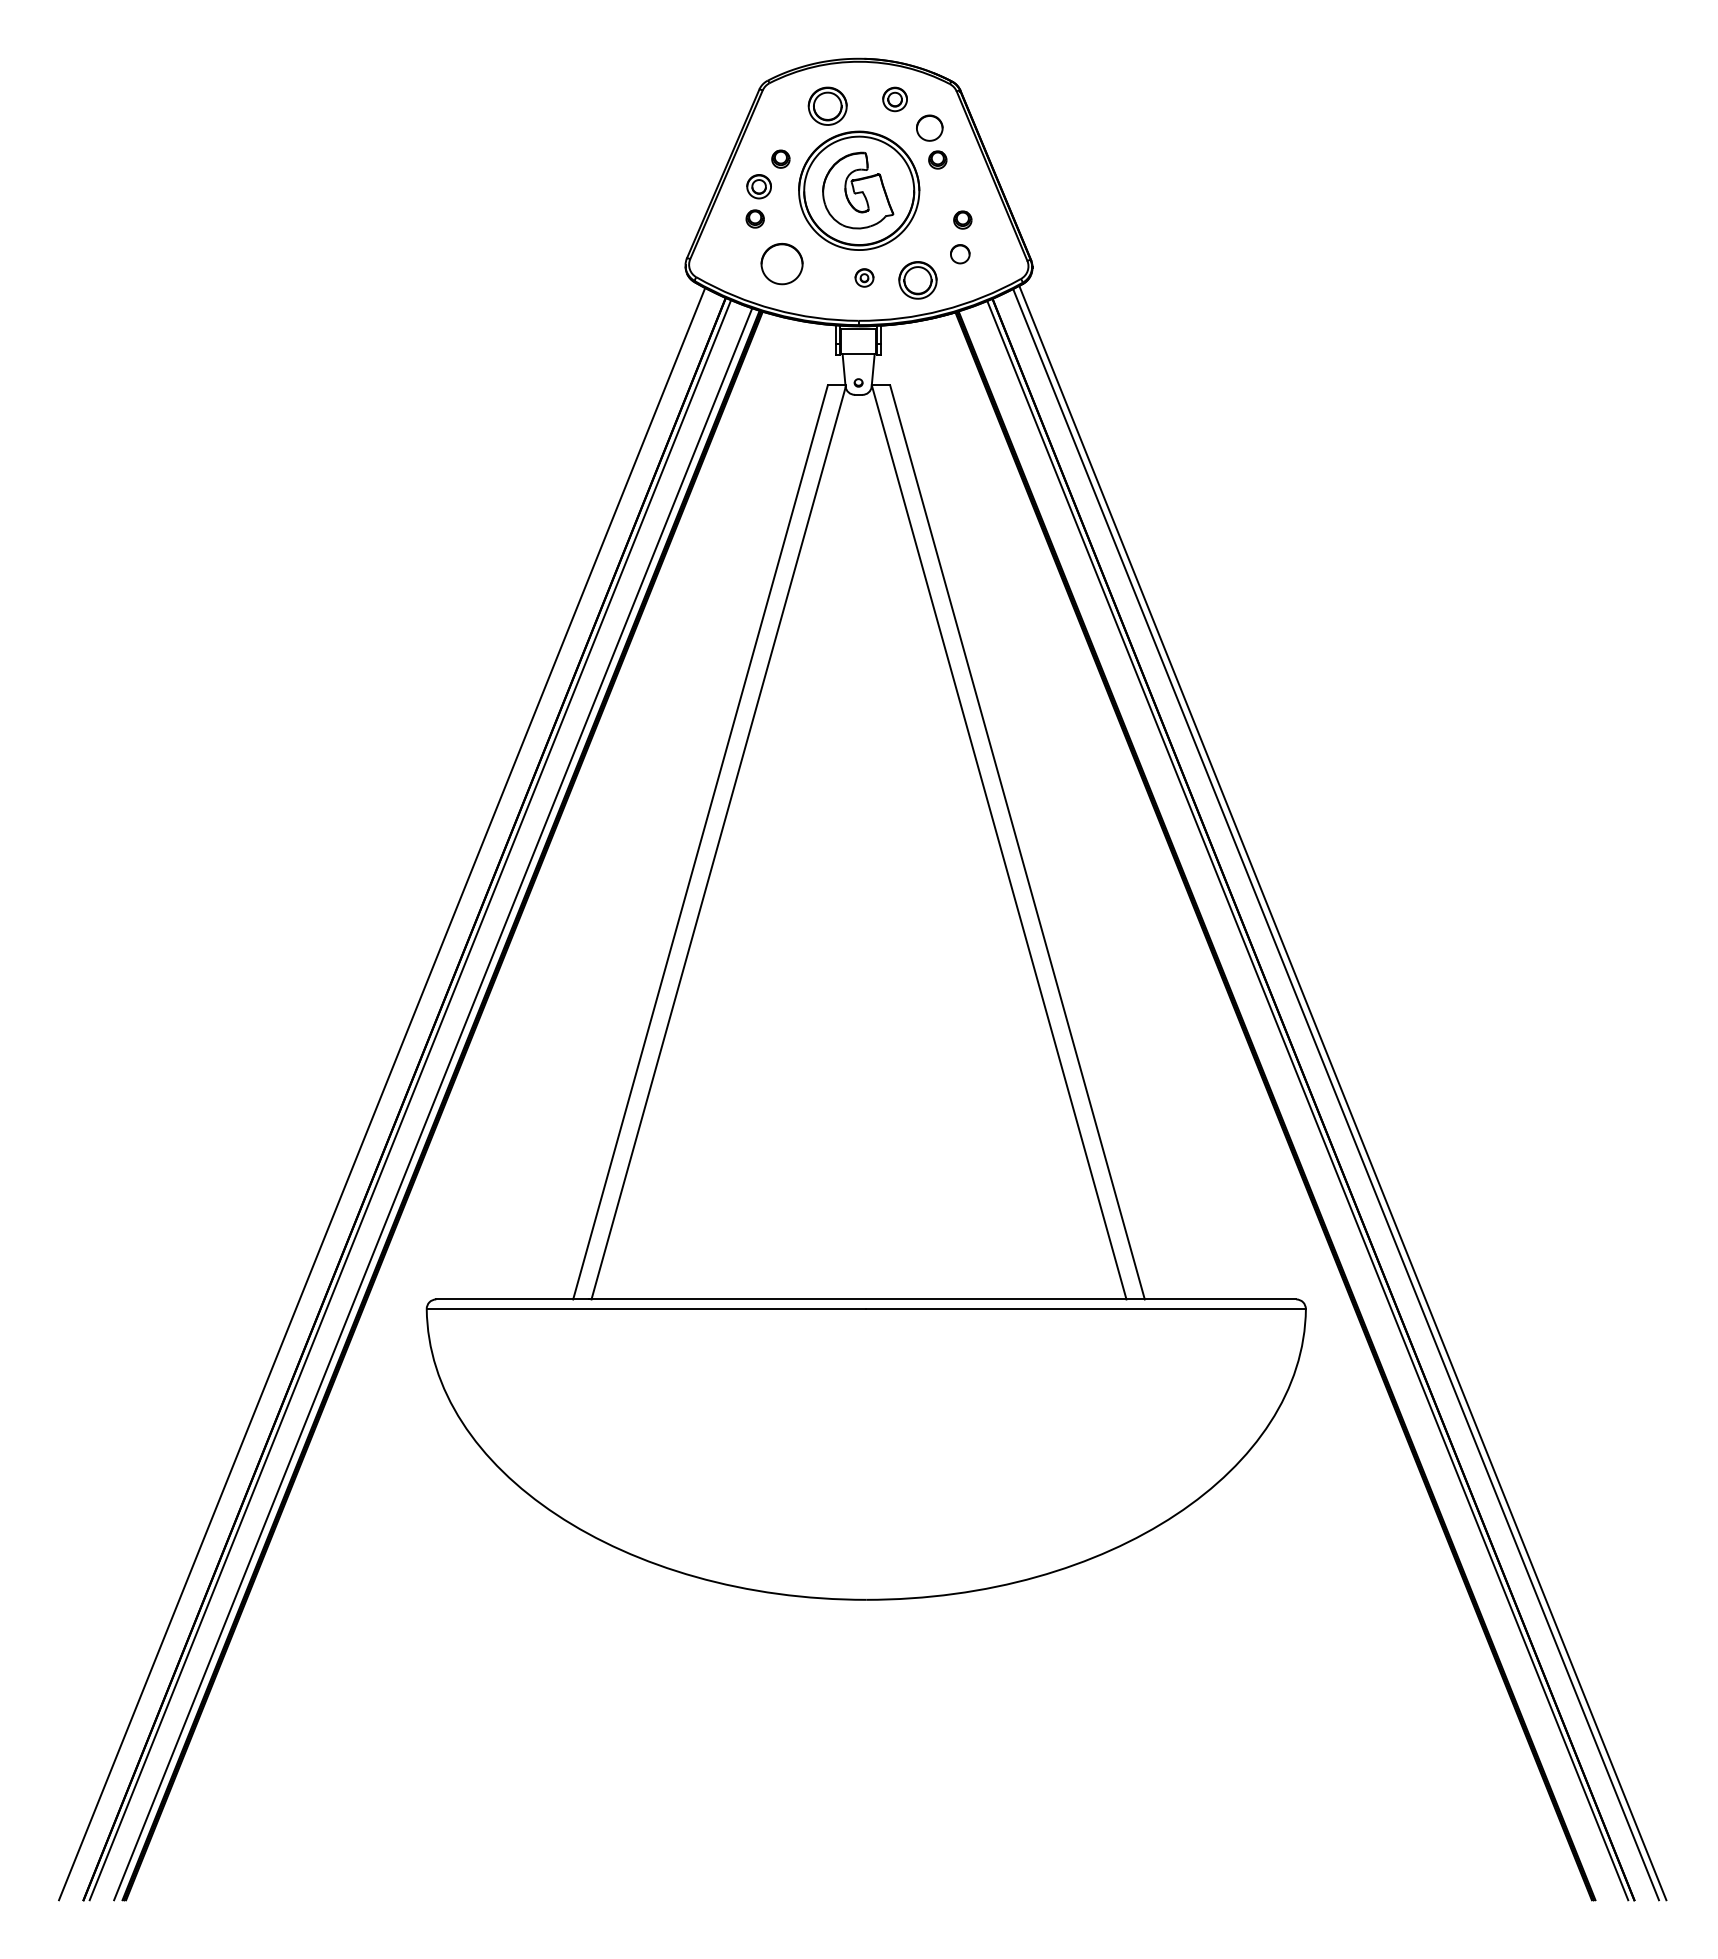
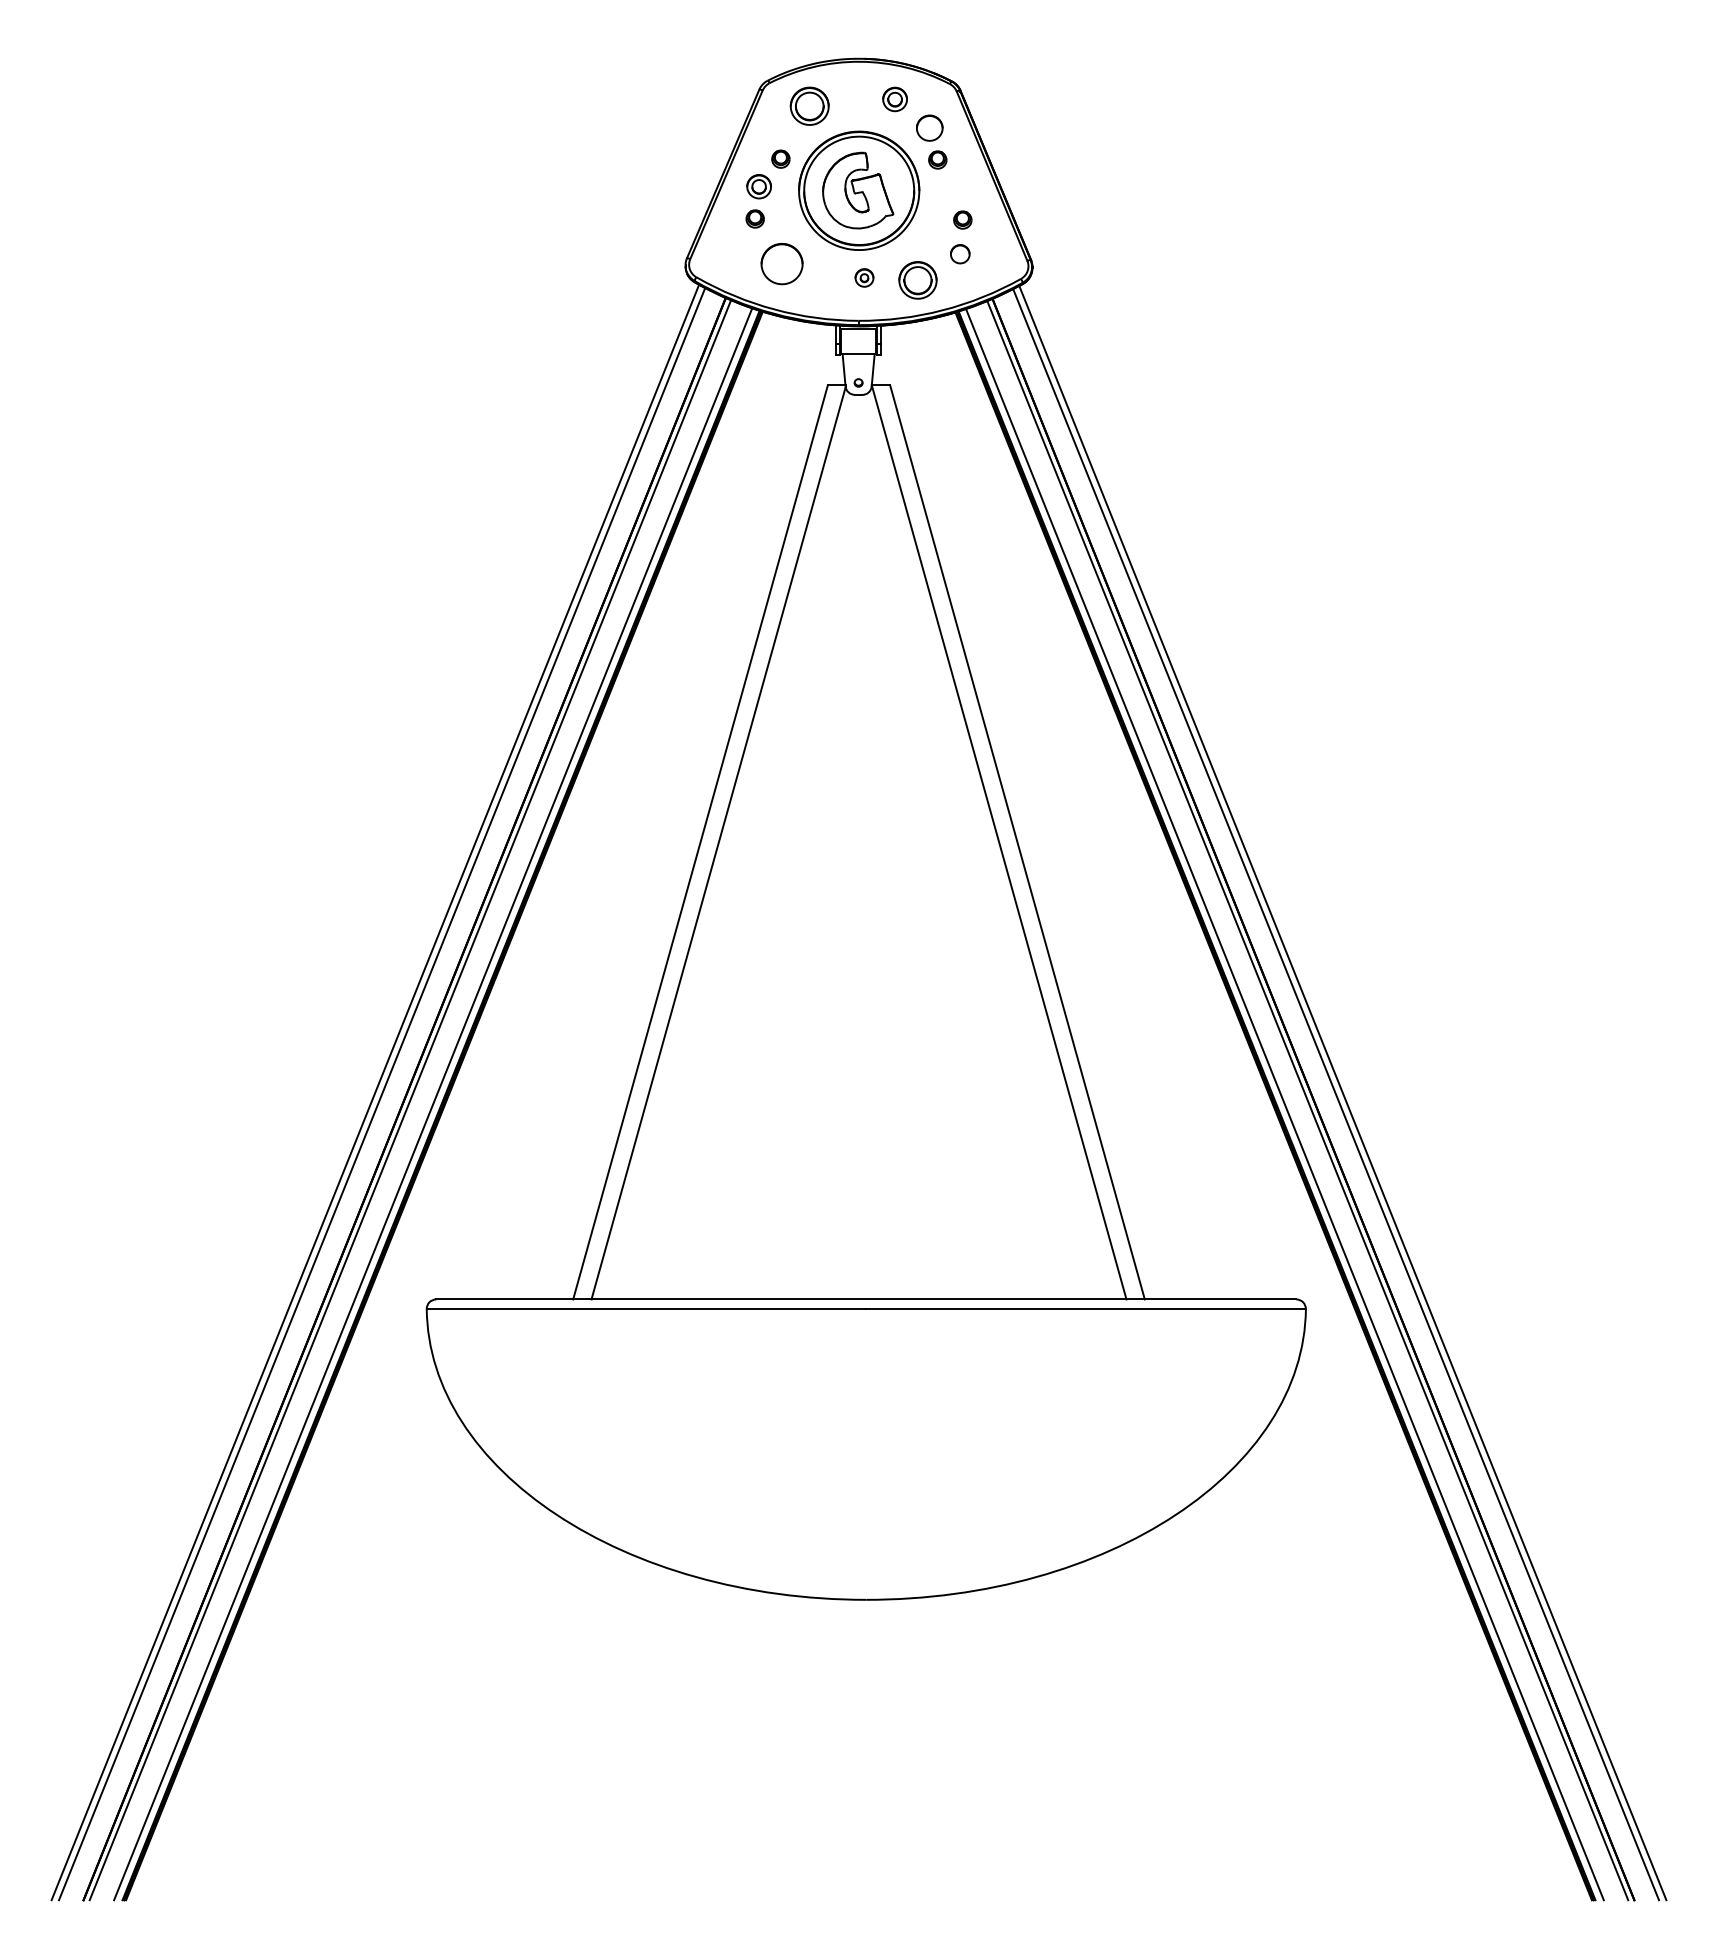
part at (827, 105) position: (827, 105) -> (809, 105)
line at (375, 1092): none -> present
line at (1284, 1104): none -> present
